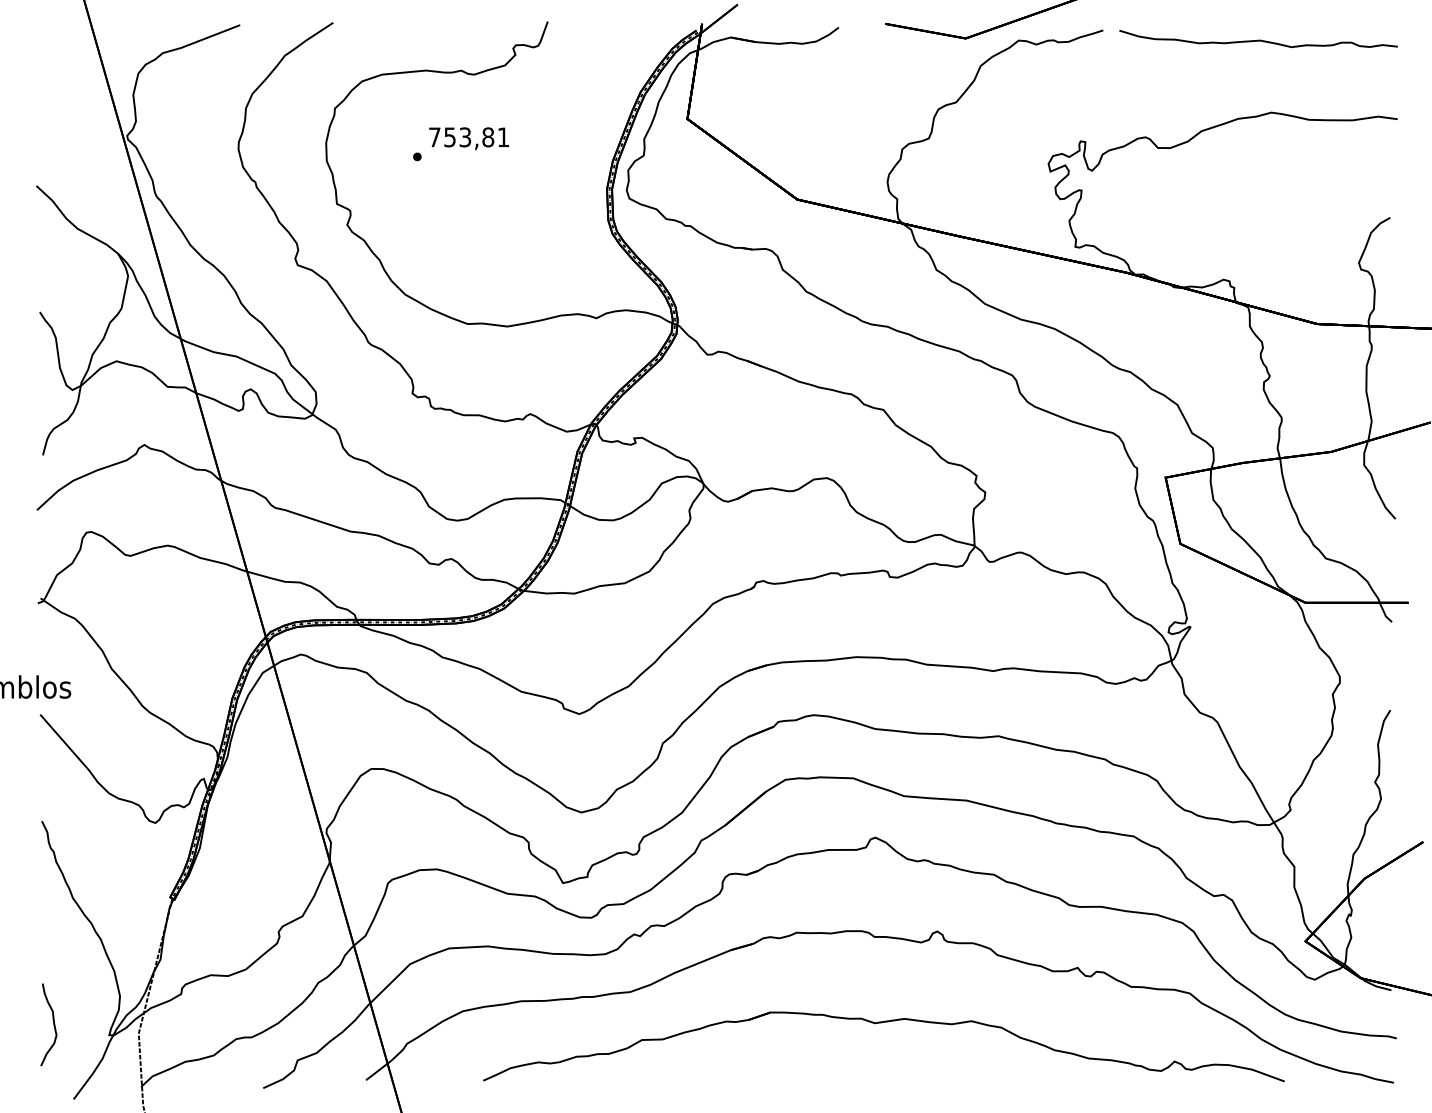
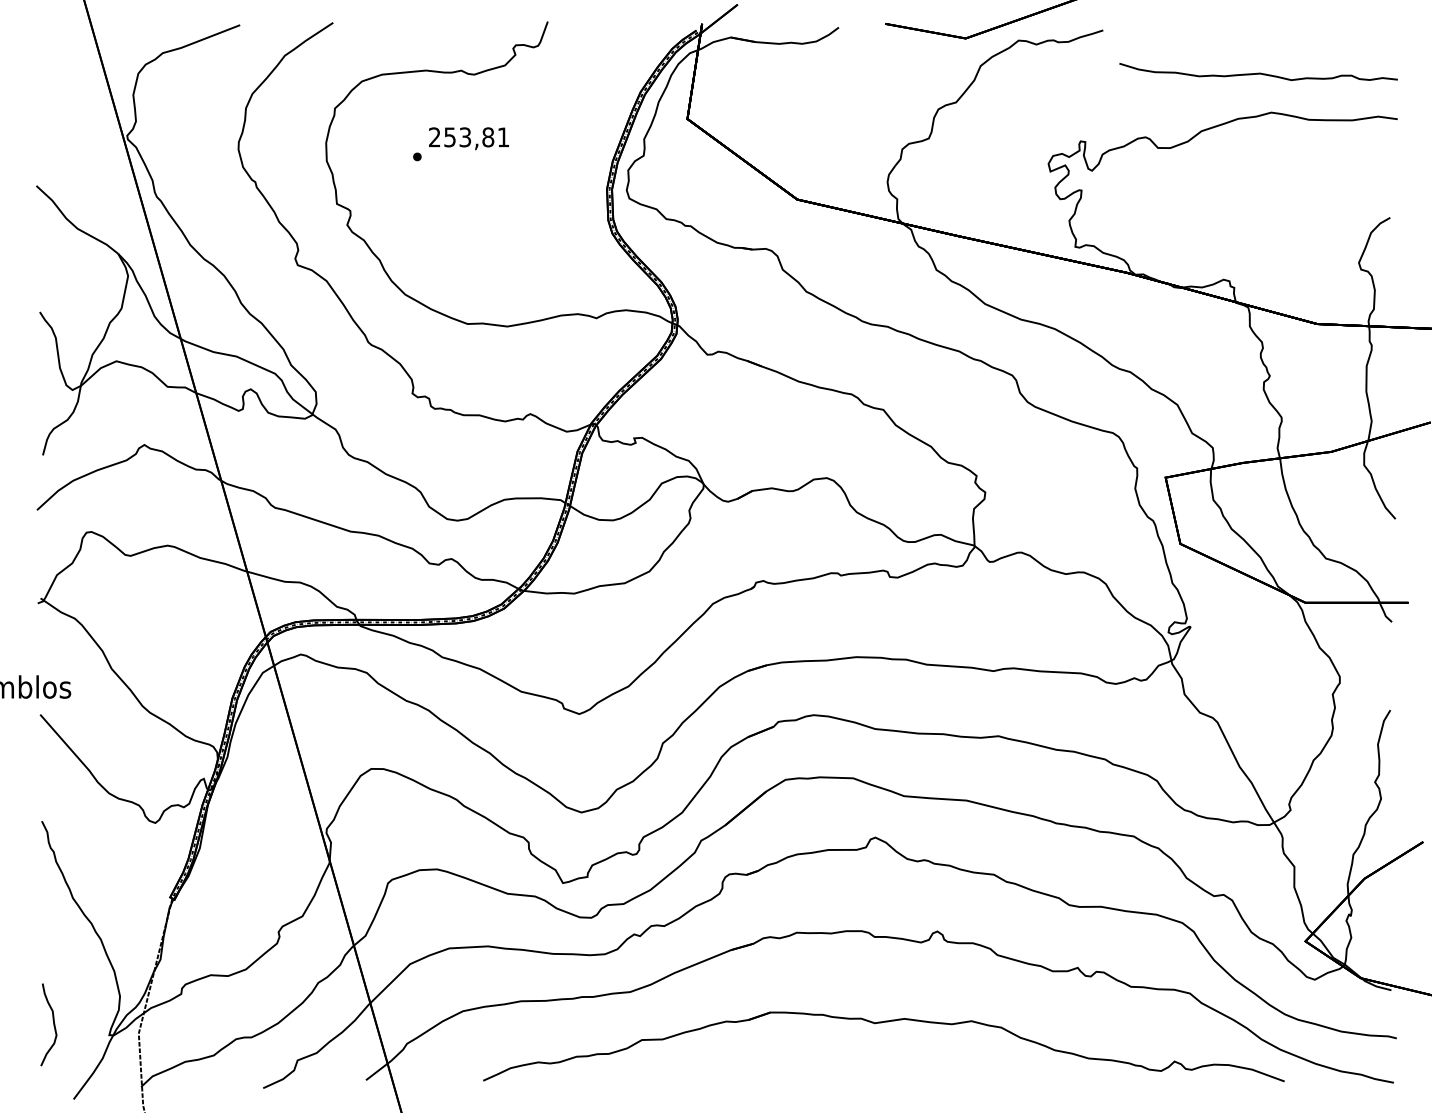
curve at (1258, 39) position: (1258, 39) -> (1258, 72)
text at (434, 137): 753,81 -> 253,81
